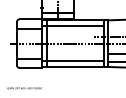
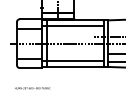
text at (24, 88) position: (24, 88) -> (32, 88)
